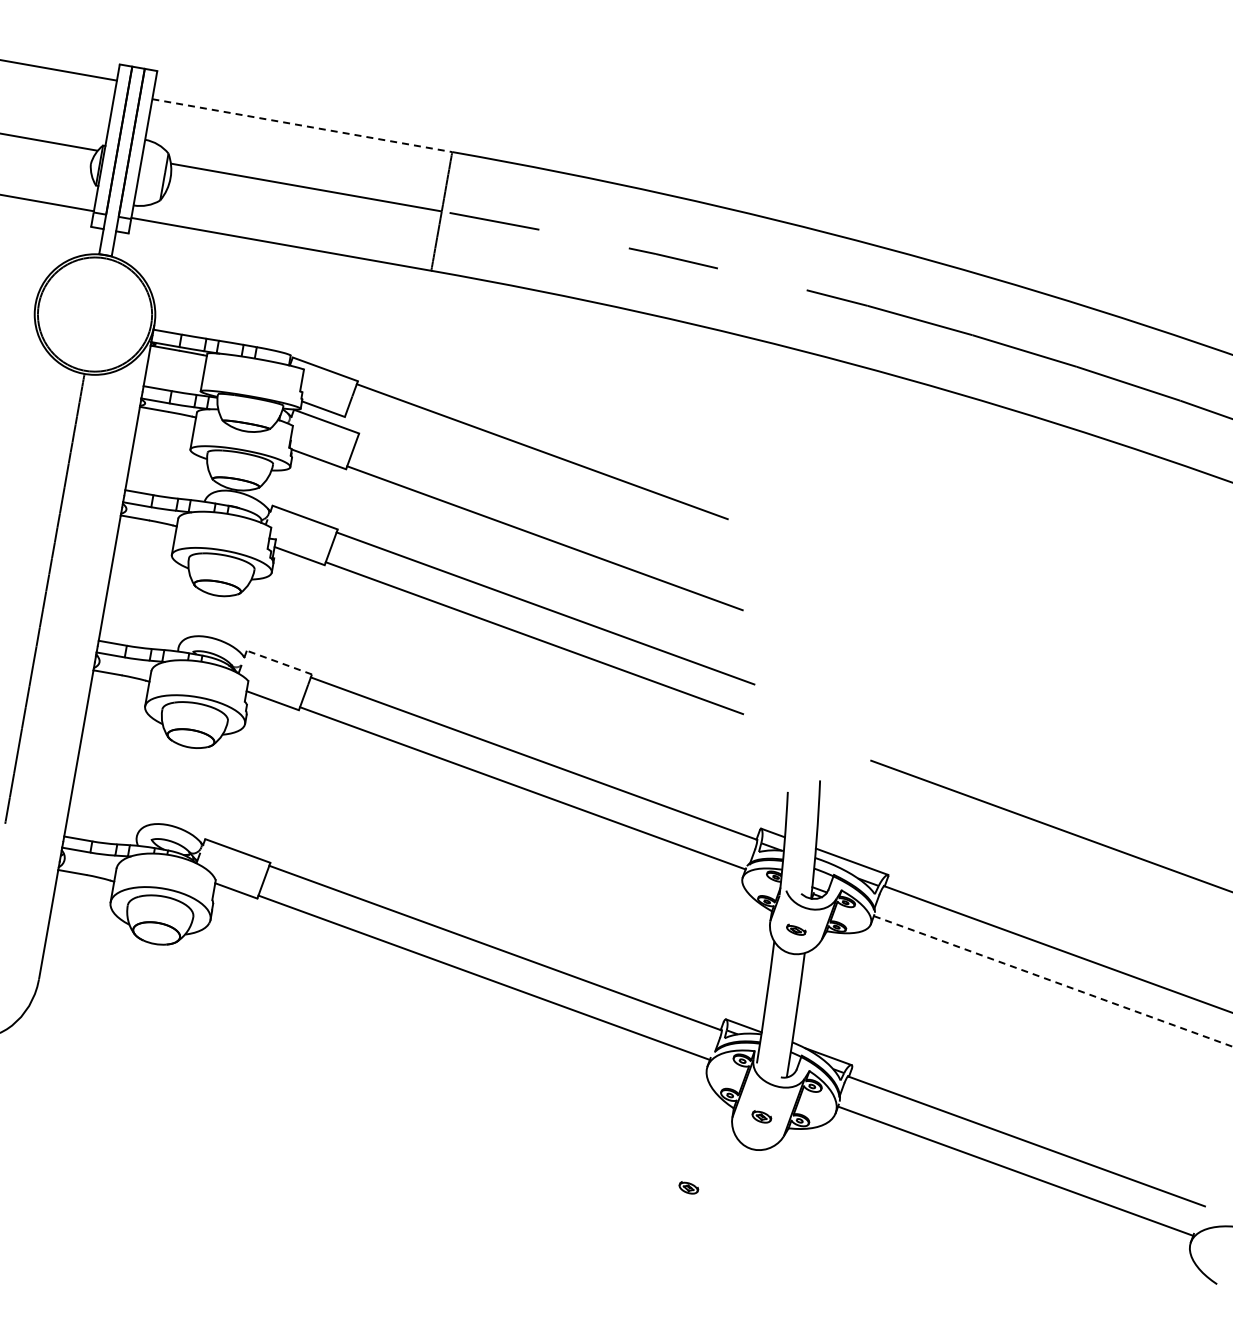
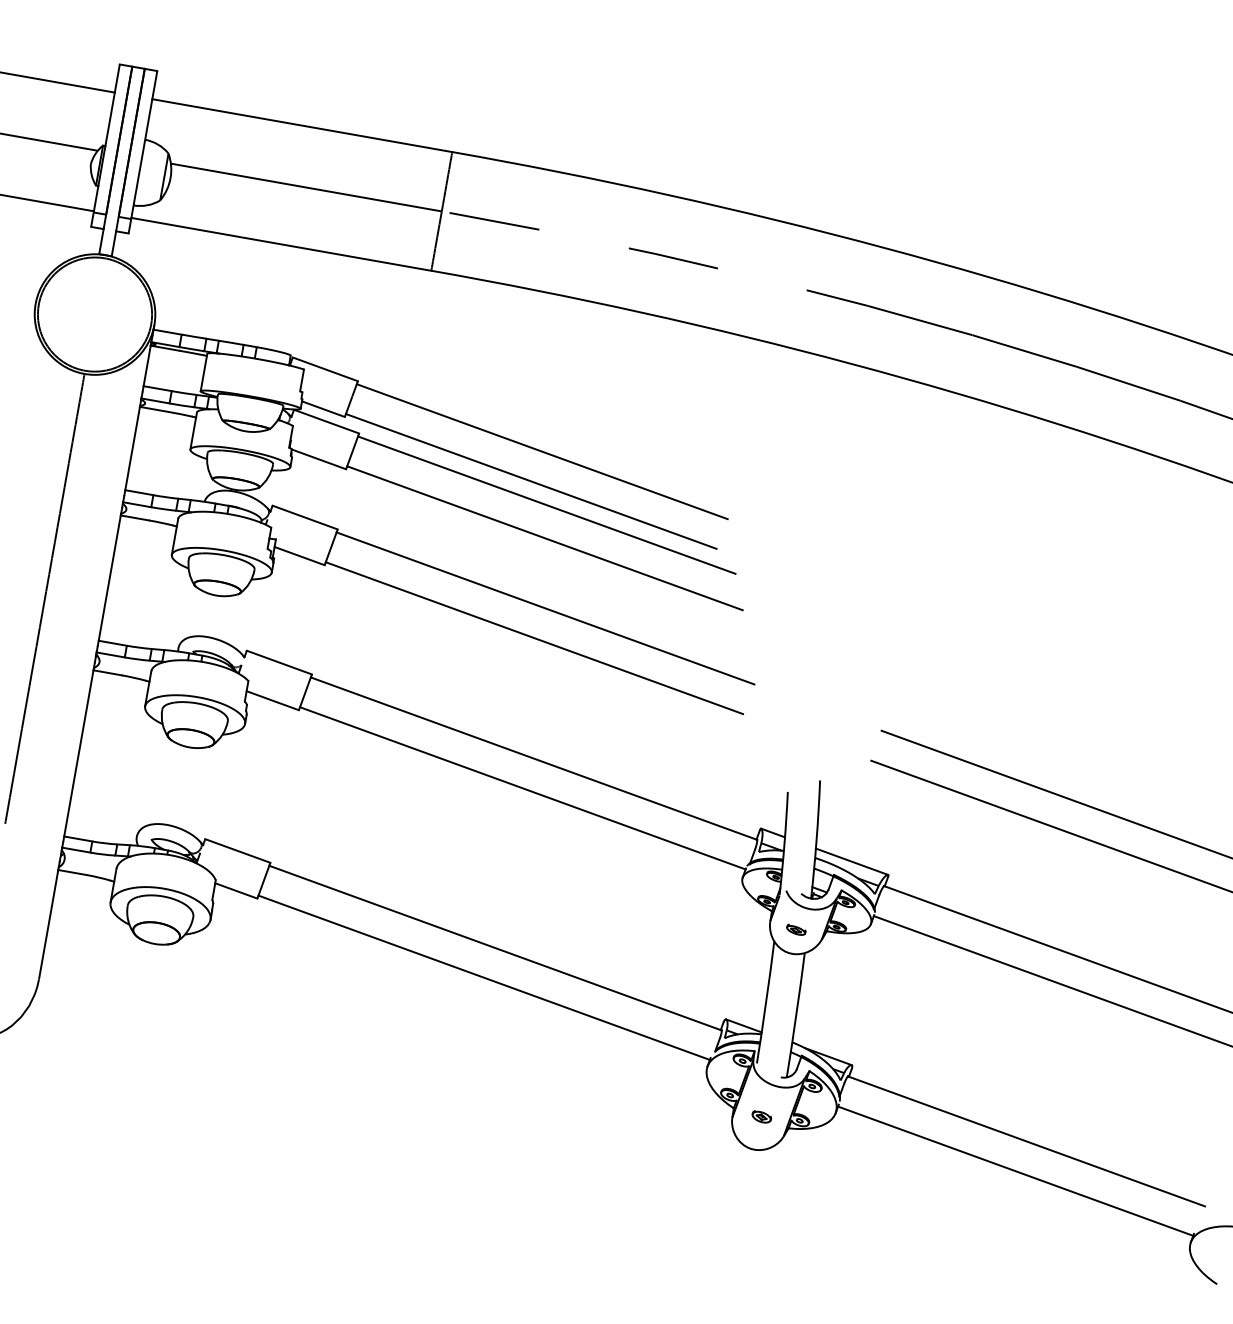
line at (59, 70) position: (59, 70) -> (58, 82)
line at (302, 125): dashed -> solid
line at (530, 481): none -> present
line at (546, 504): none -> present
line at (279, 662): dashed -> solid
line at (1055, 793): none -> present
line at (1053, 981): dashed -> solid
part at (688, 1187): present -> none
